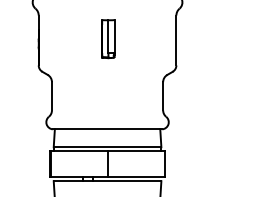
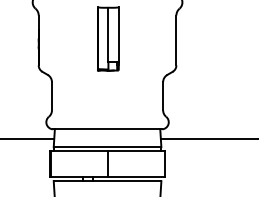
part at (108, 39) size: 15x41 px -> 23x66 px
line at (28, 139): none -> present
line at (207, 139): none -> present
